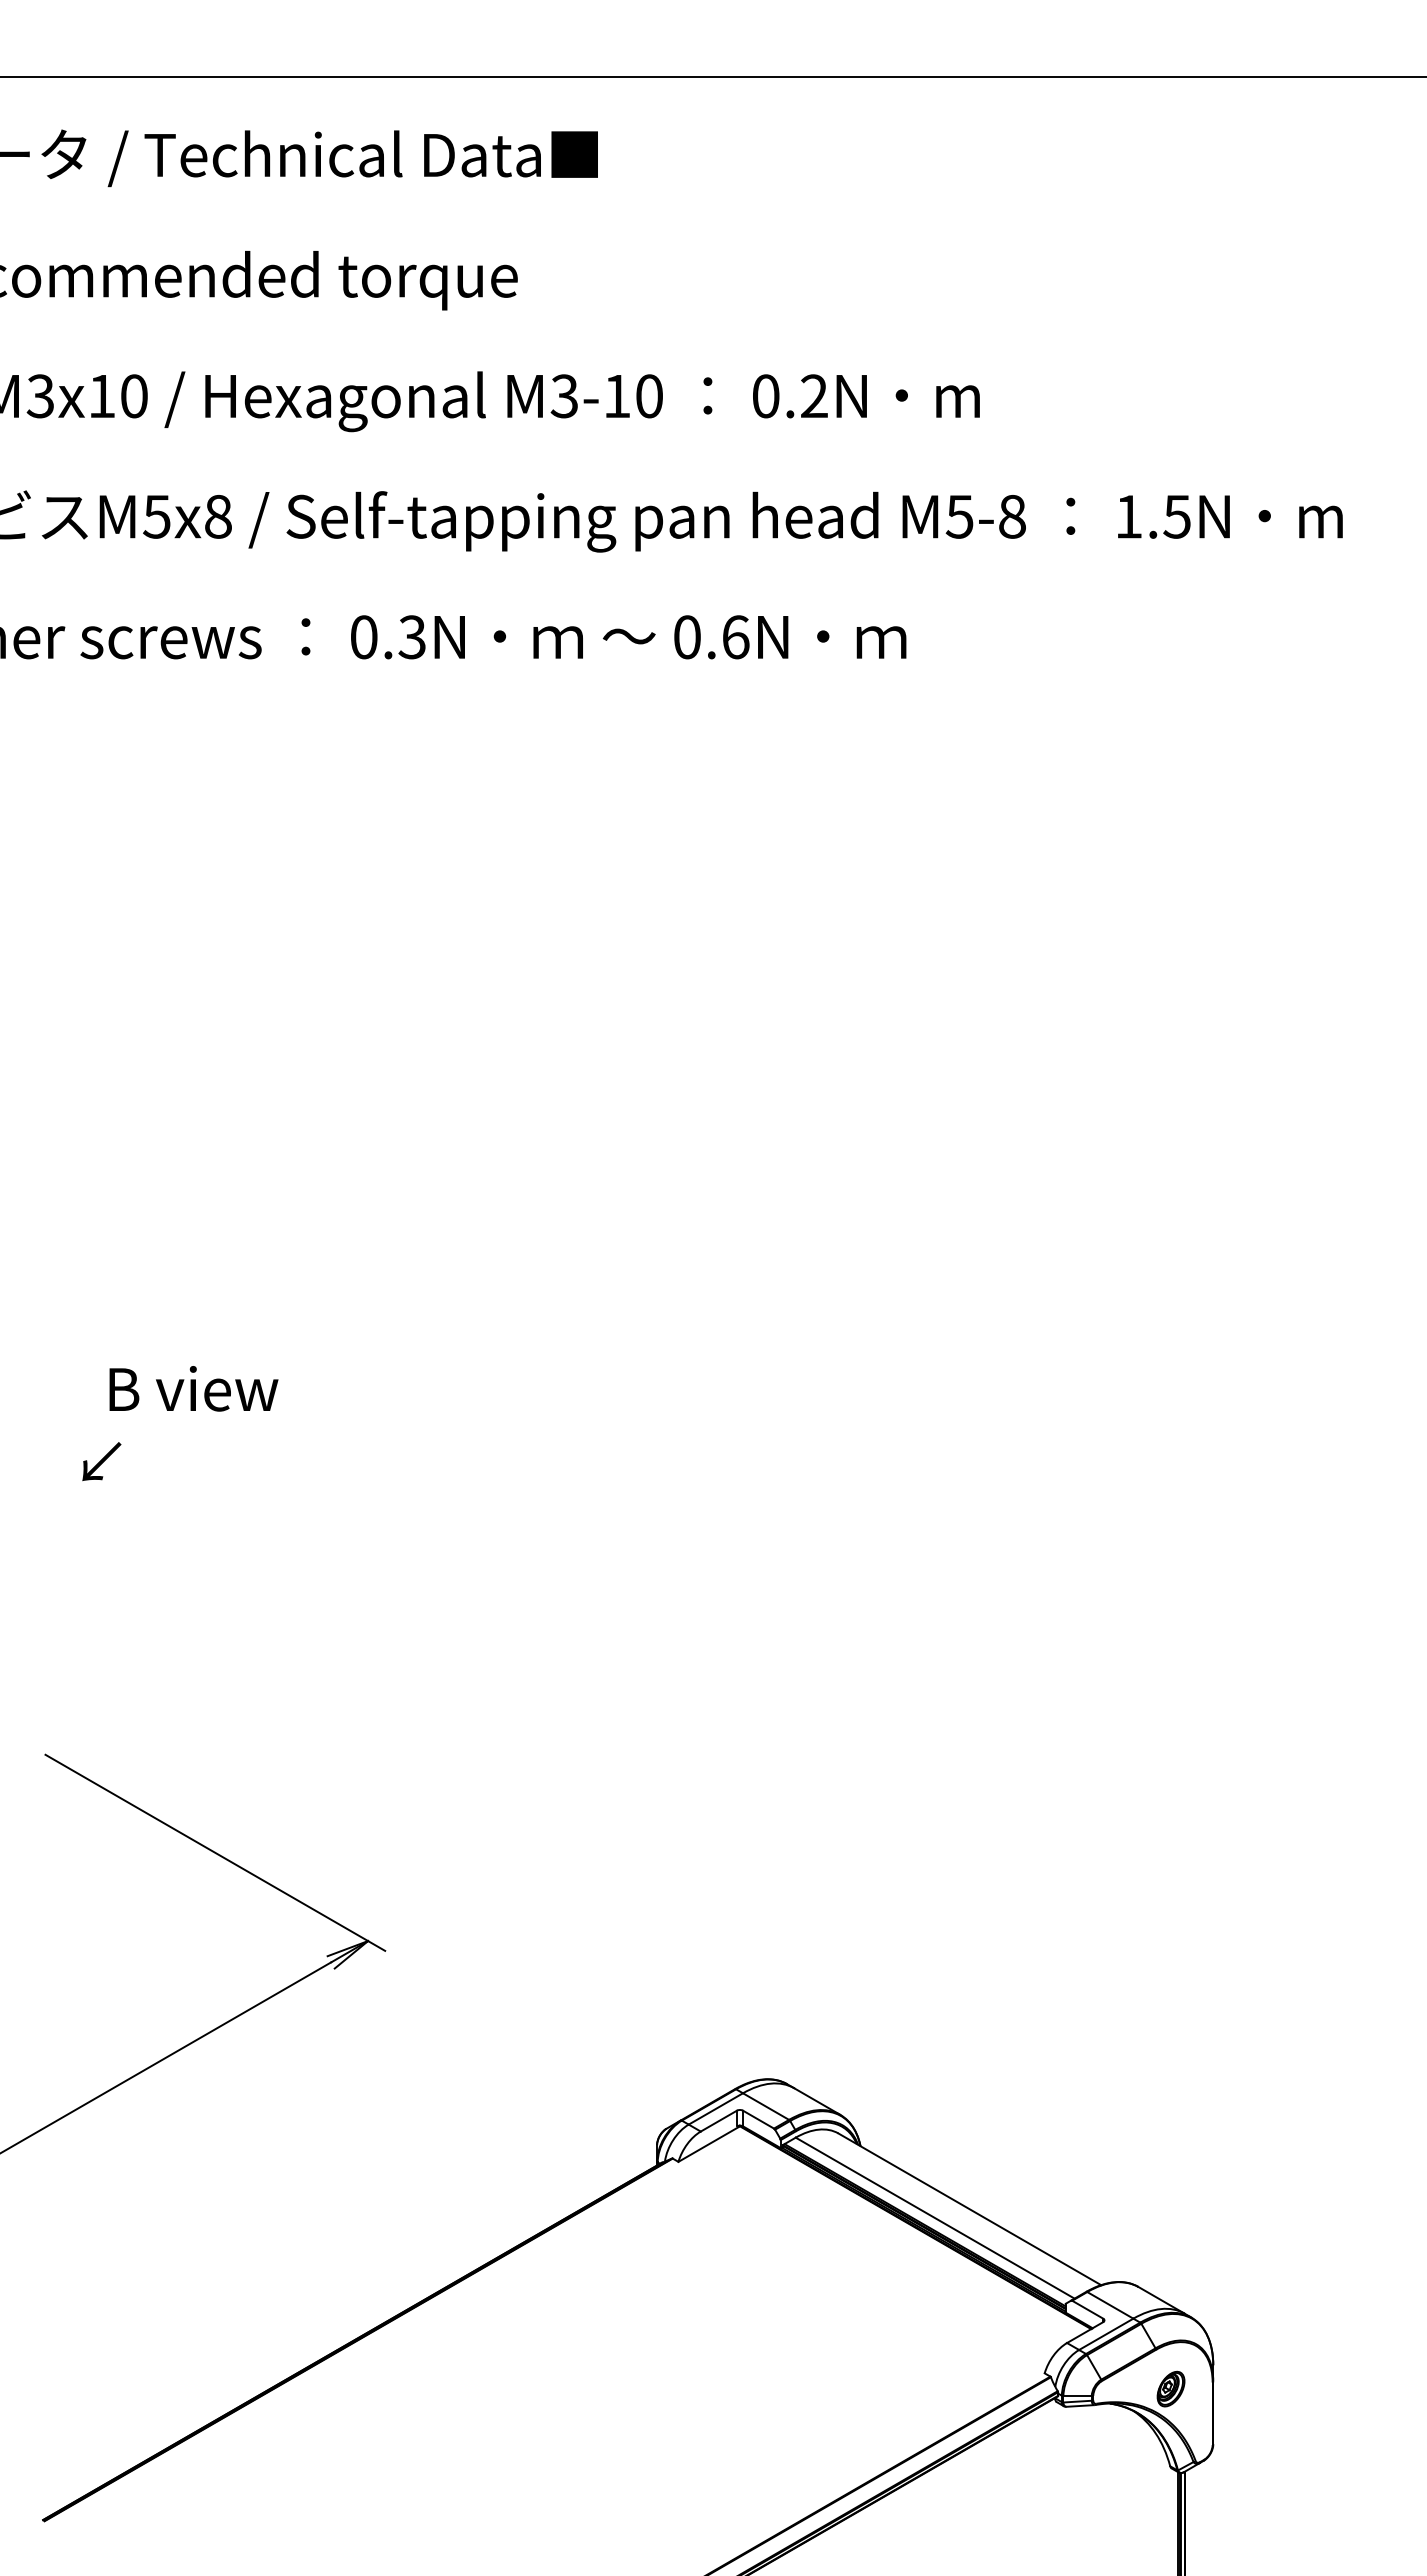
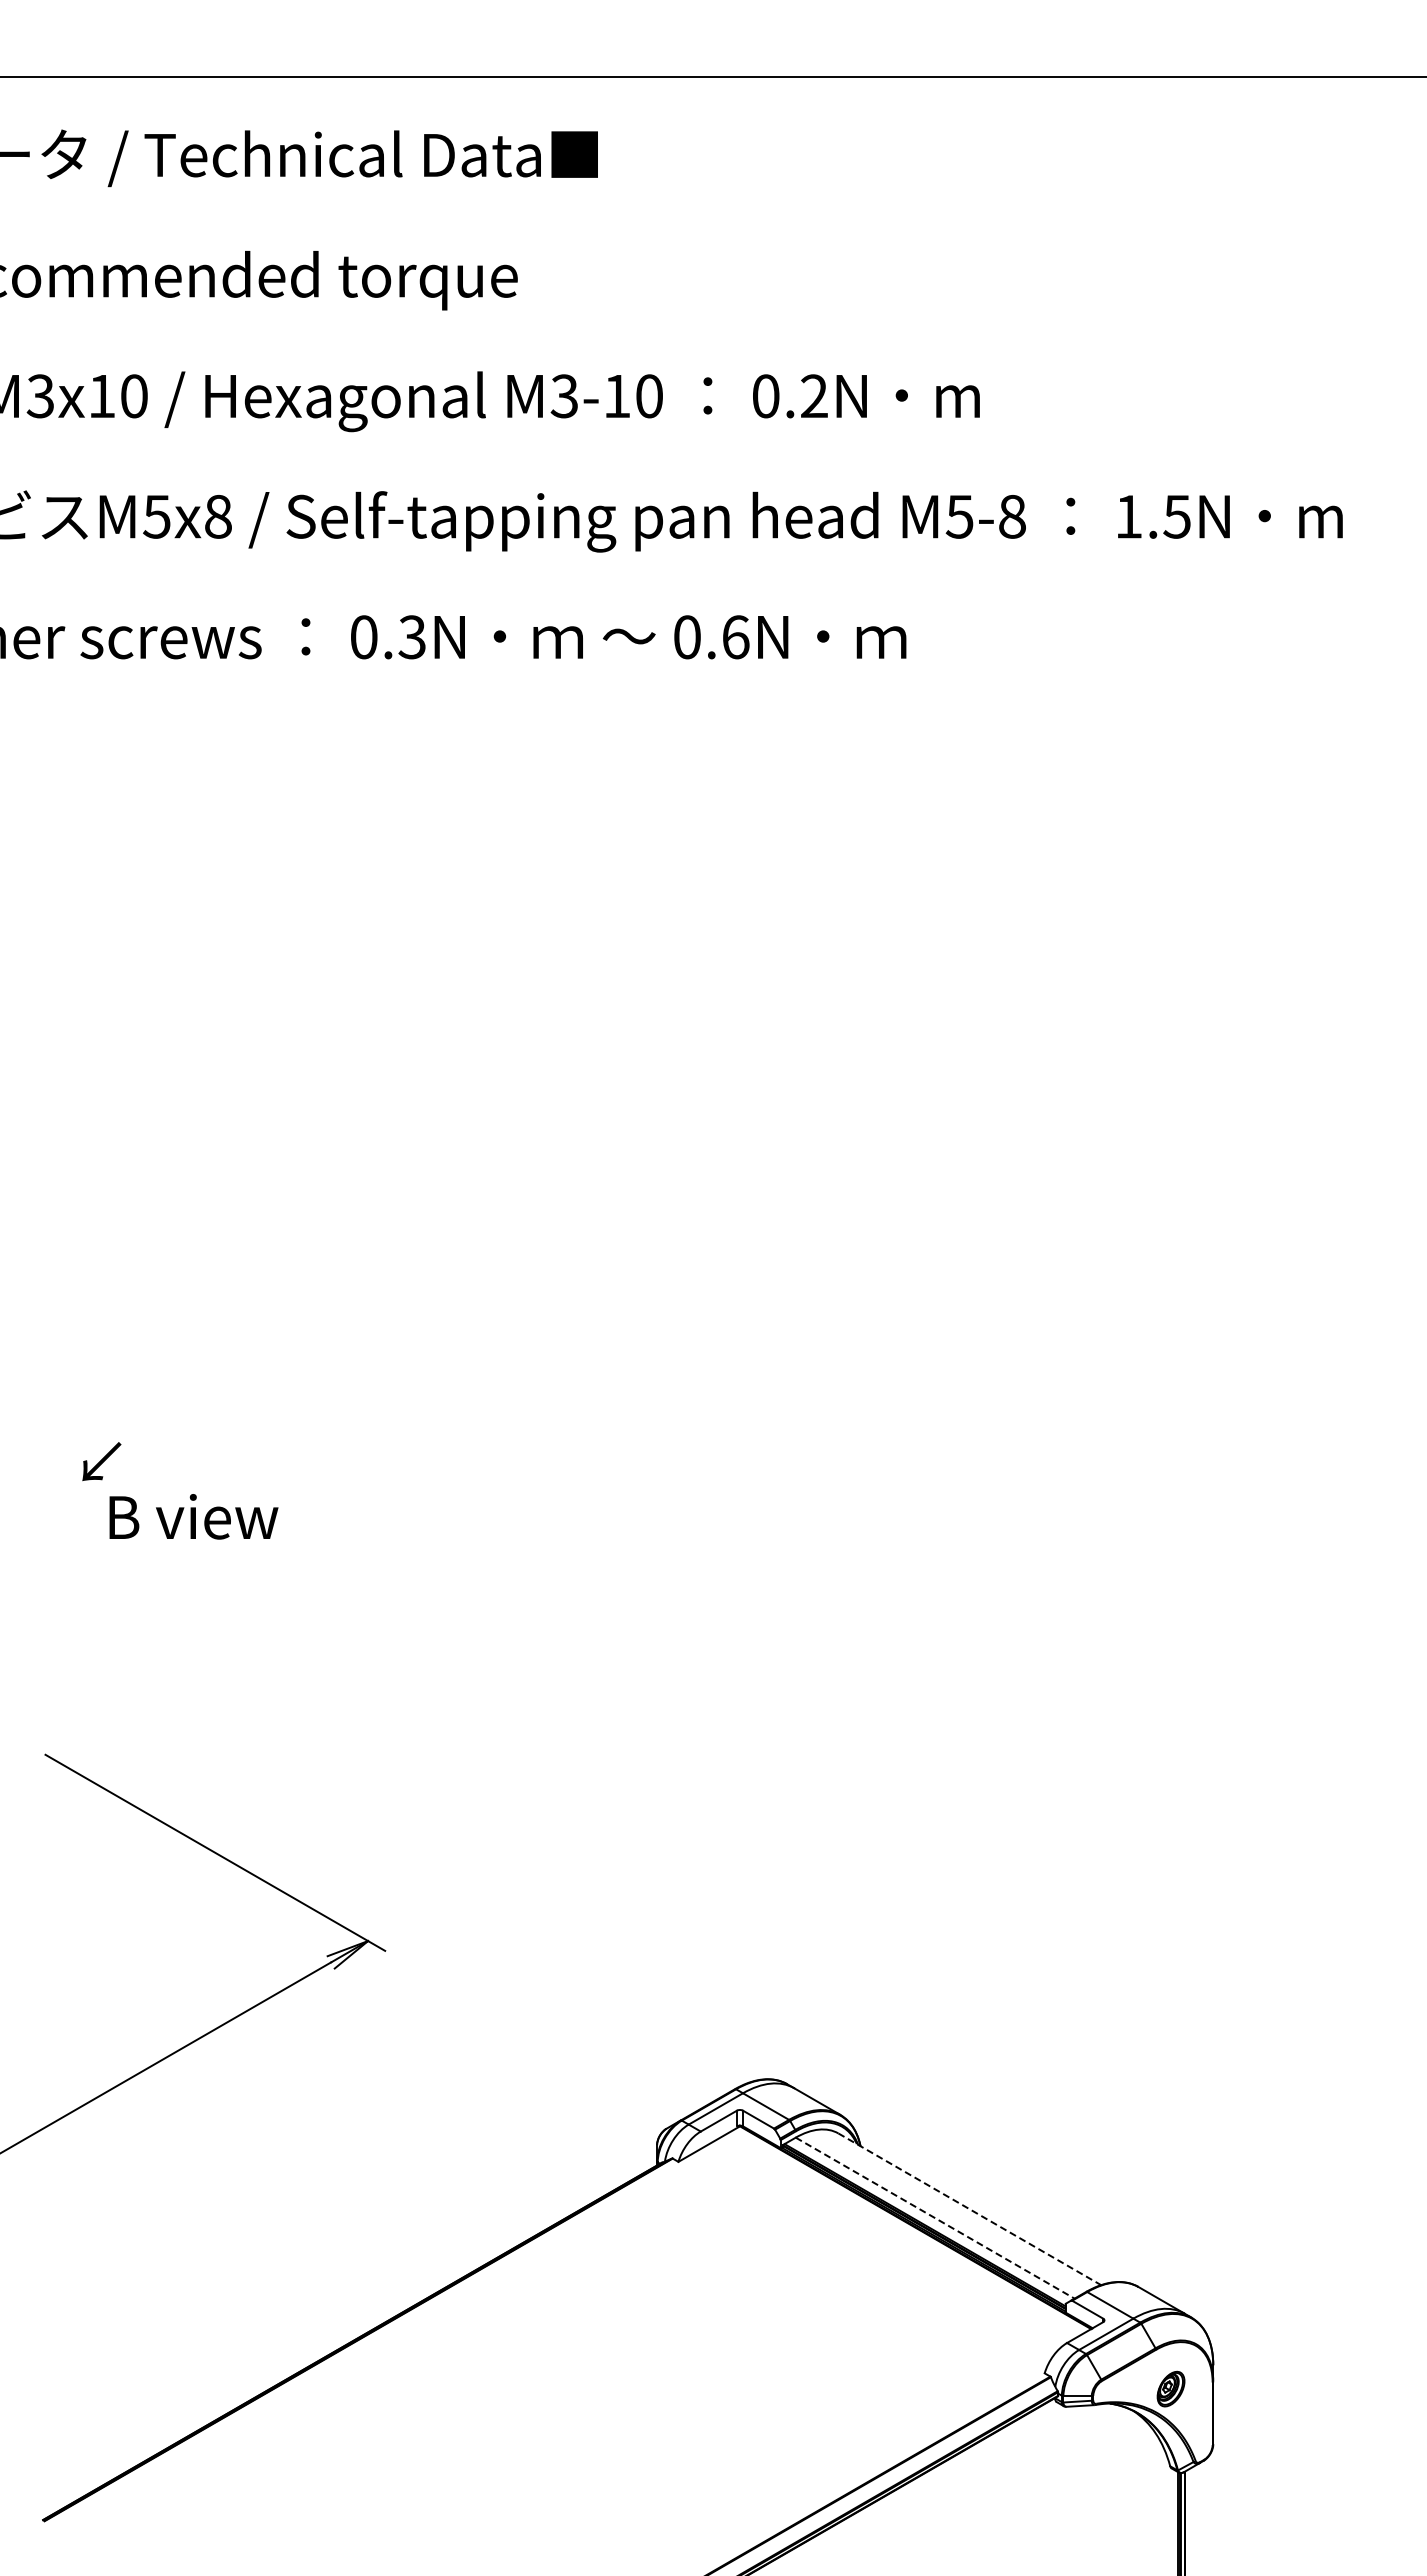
text at (193, 1388) position: (193, 1388) -> (193, 1516)
line at (969, 2209): solid -> dashed
line at (935, 2218): solid -> dashed
